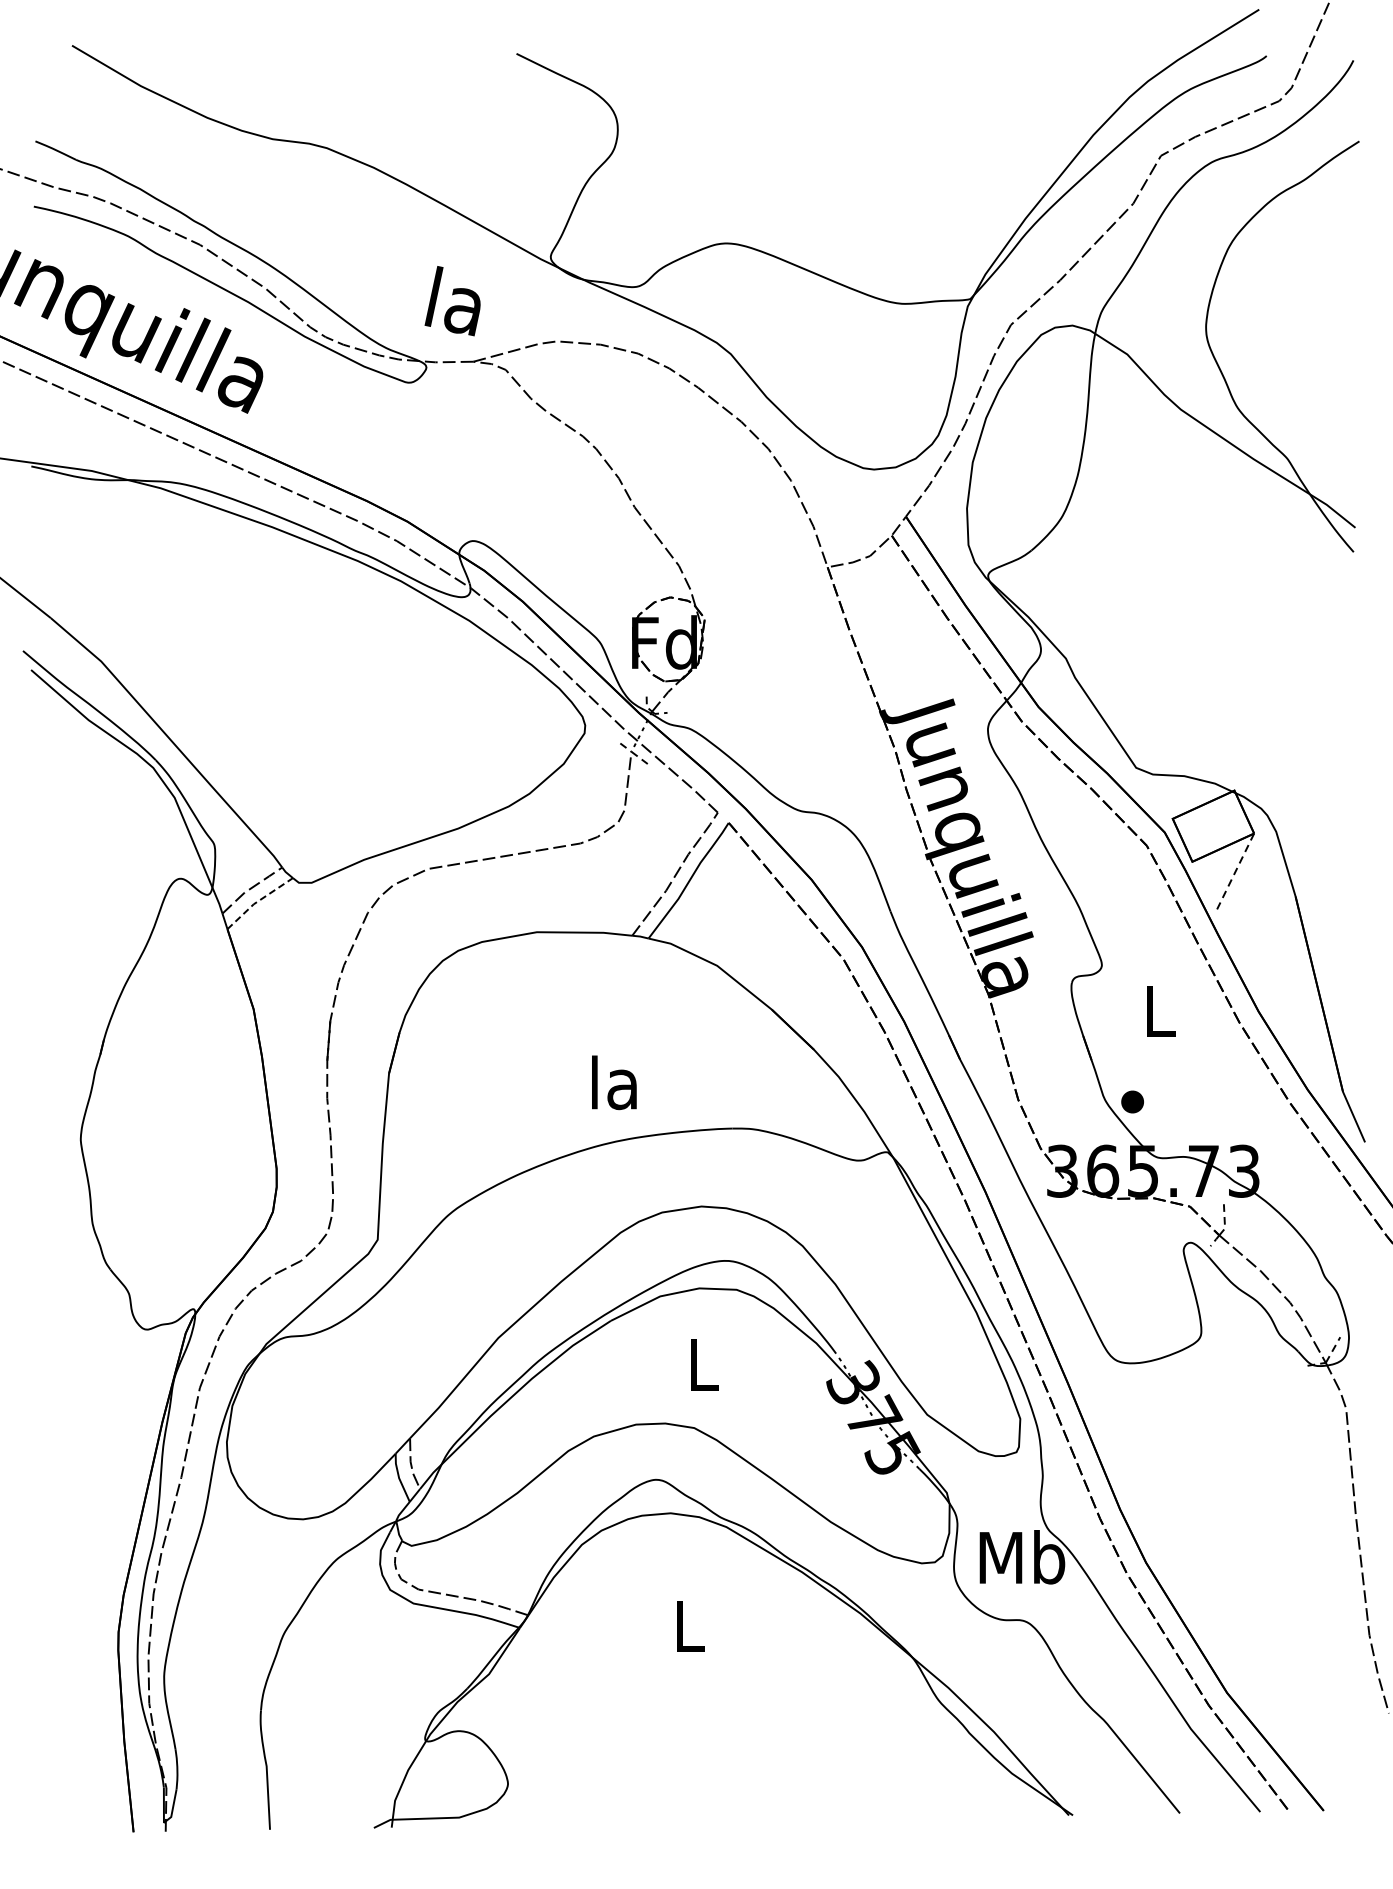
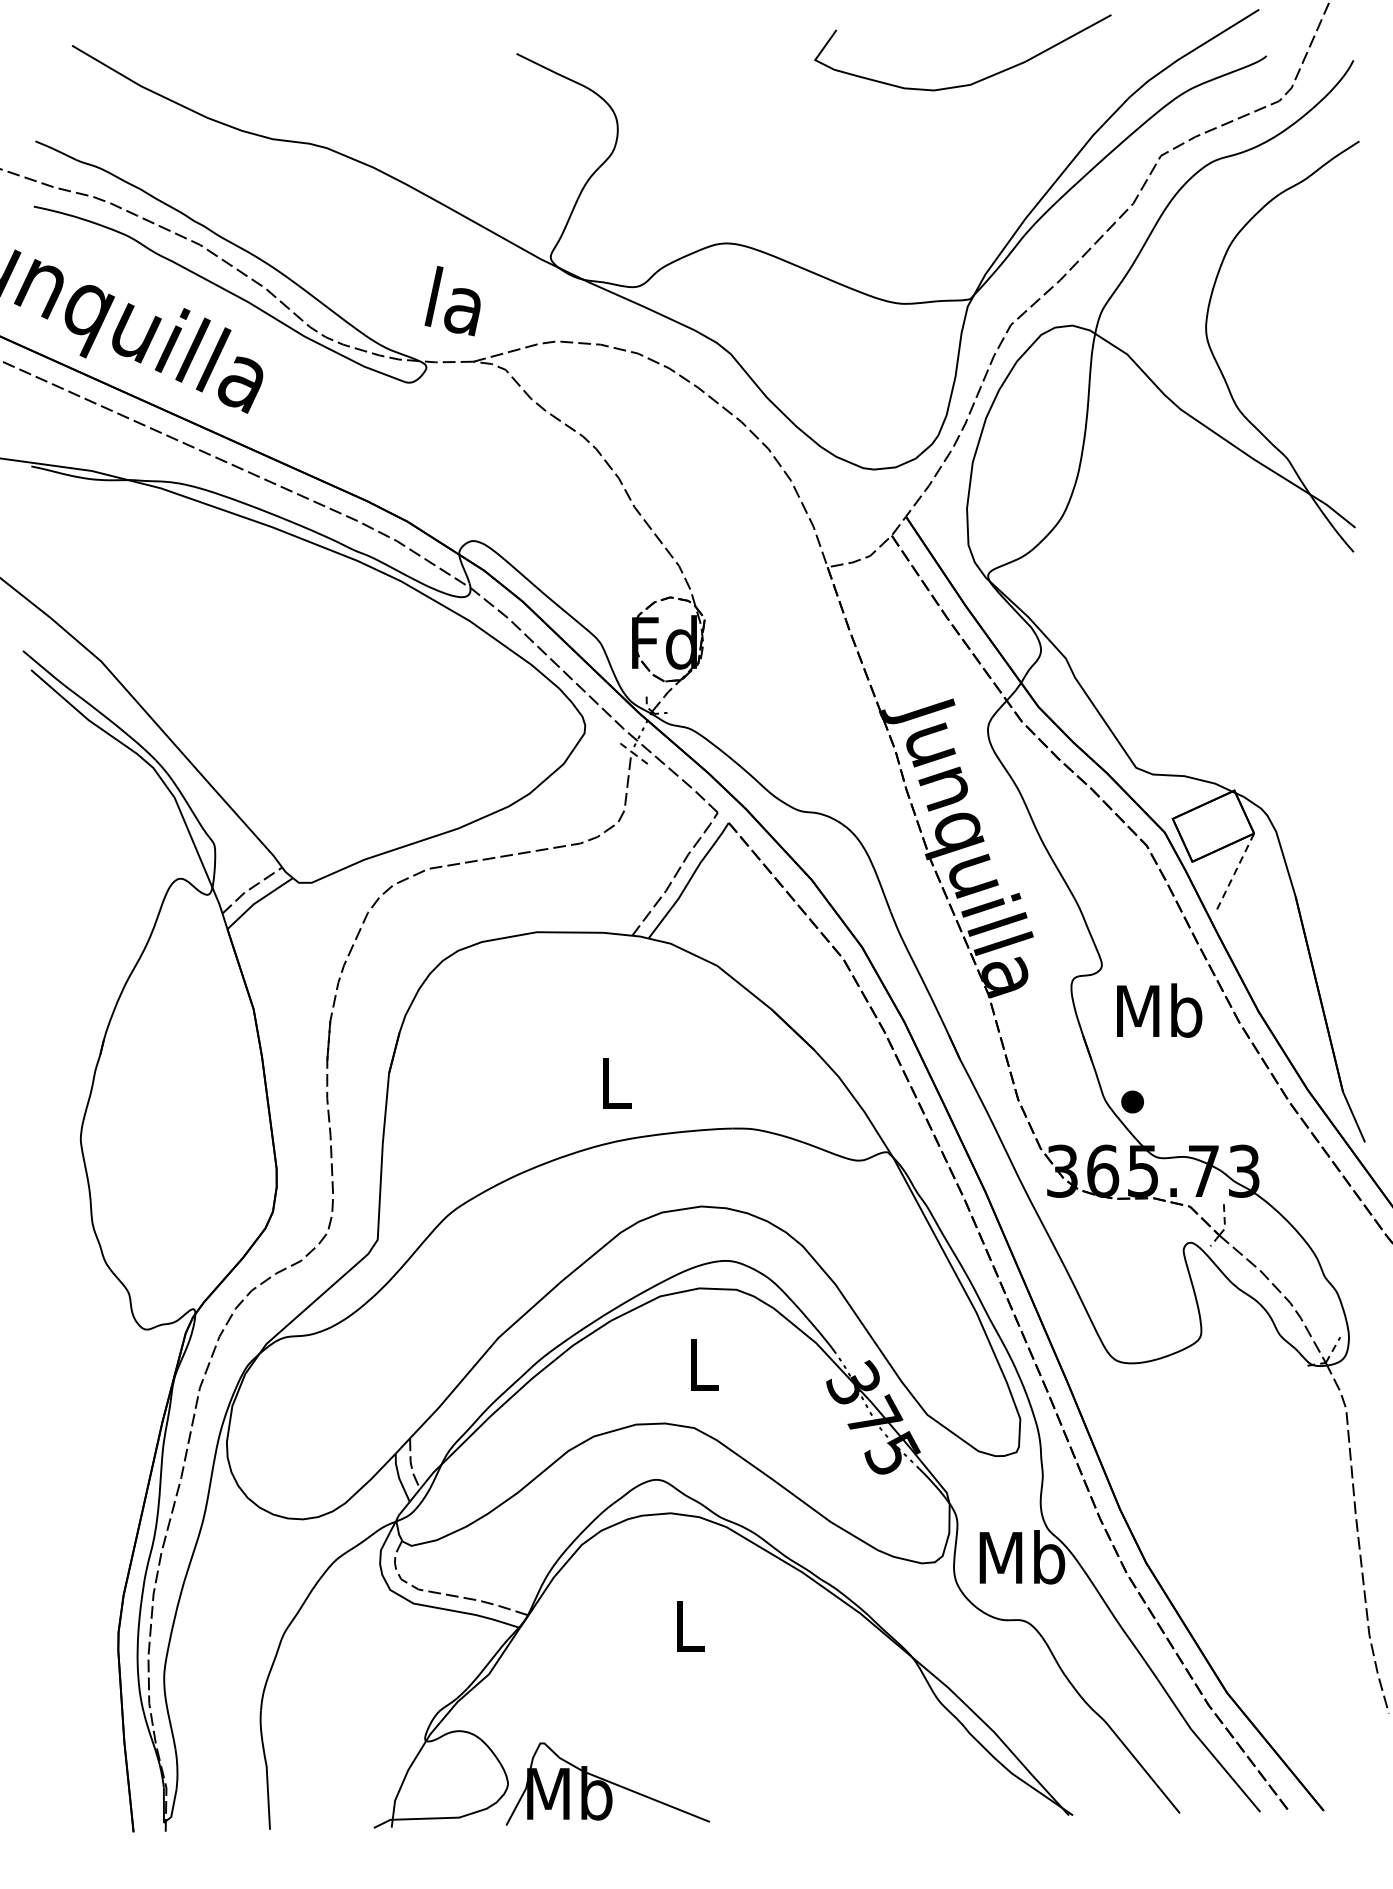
curve at (977, 80): none -> present
line at (257, 901): dashed -> solid
text at (1159, 1010): L -> Mb
text at (614, 1082): la -> L
part at (607, 1783): none -> present
